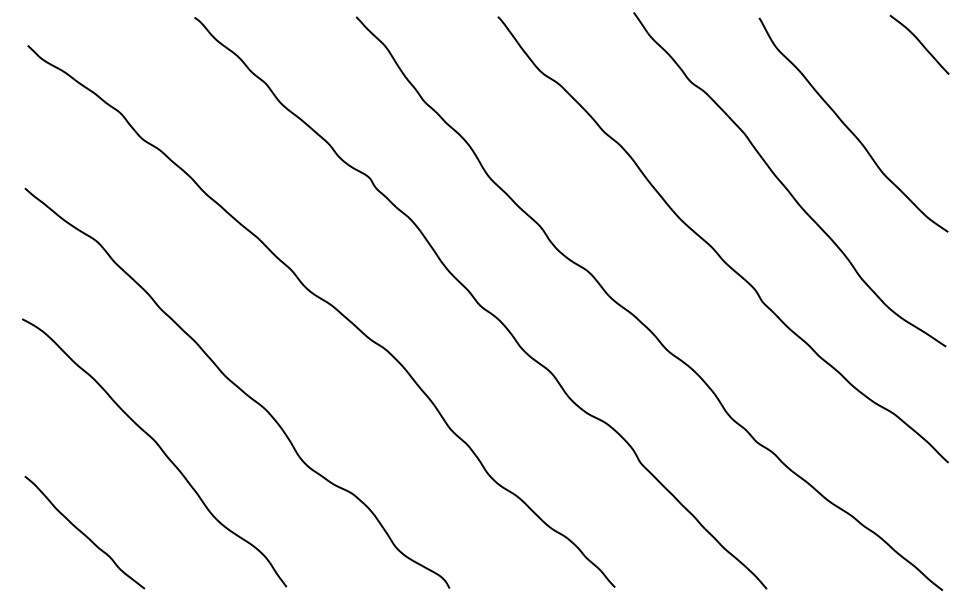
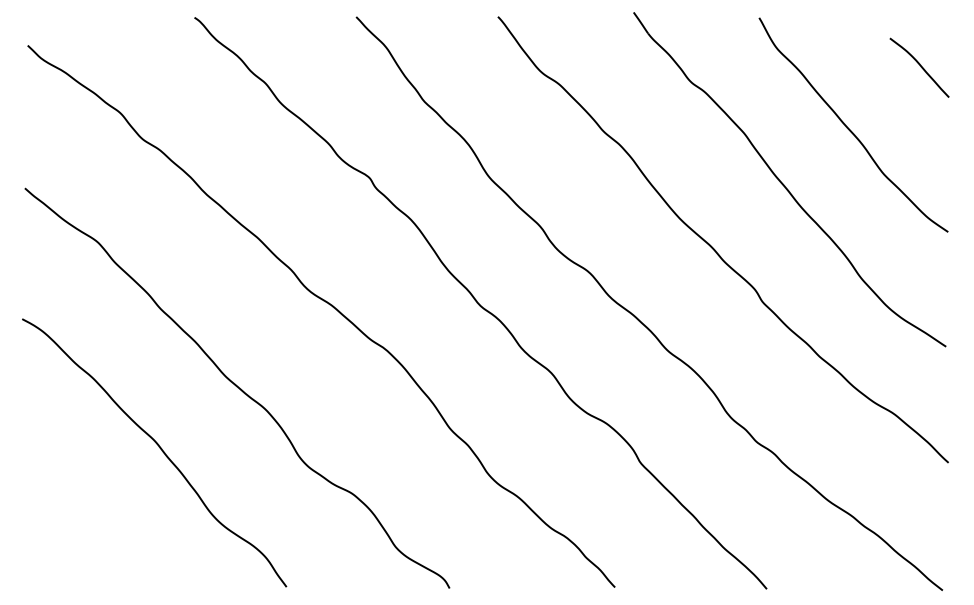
curve at (920, 44) position: (920, 44) -> (920, 67)
curve at (83, 532): present -> none
